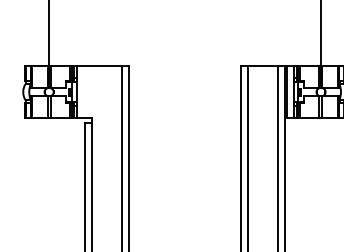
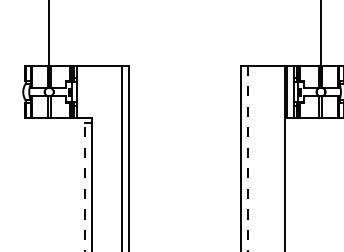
line at (278, 157): present -> none
line at (248, 159): solid -> dashed
line at (85, 186): solid -> dashed
